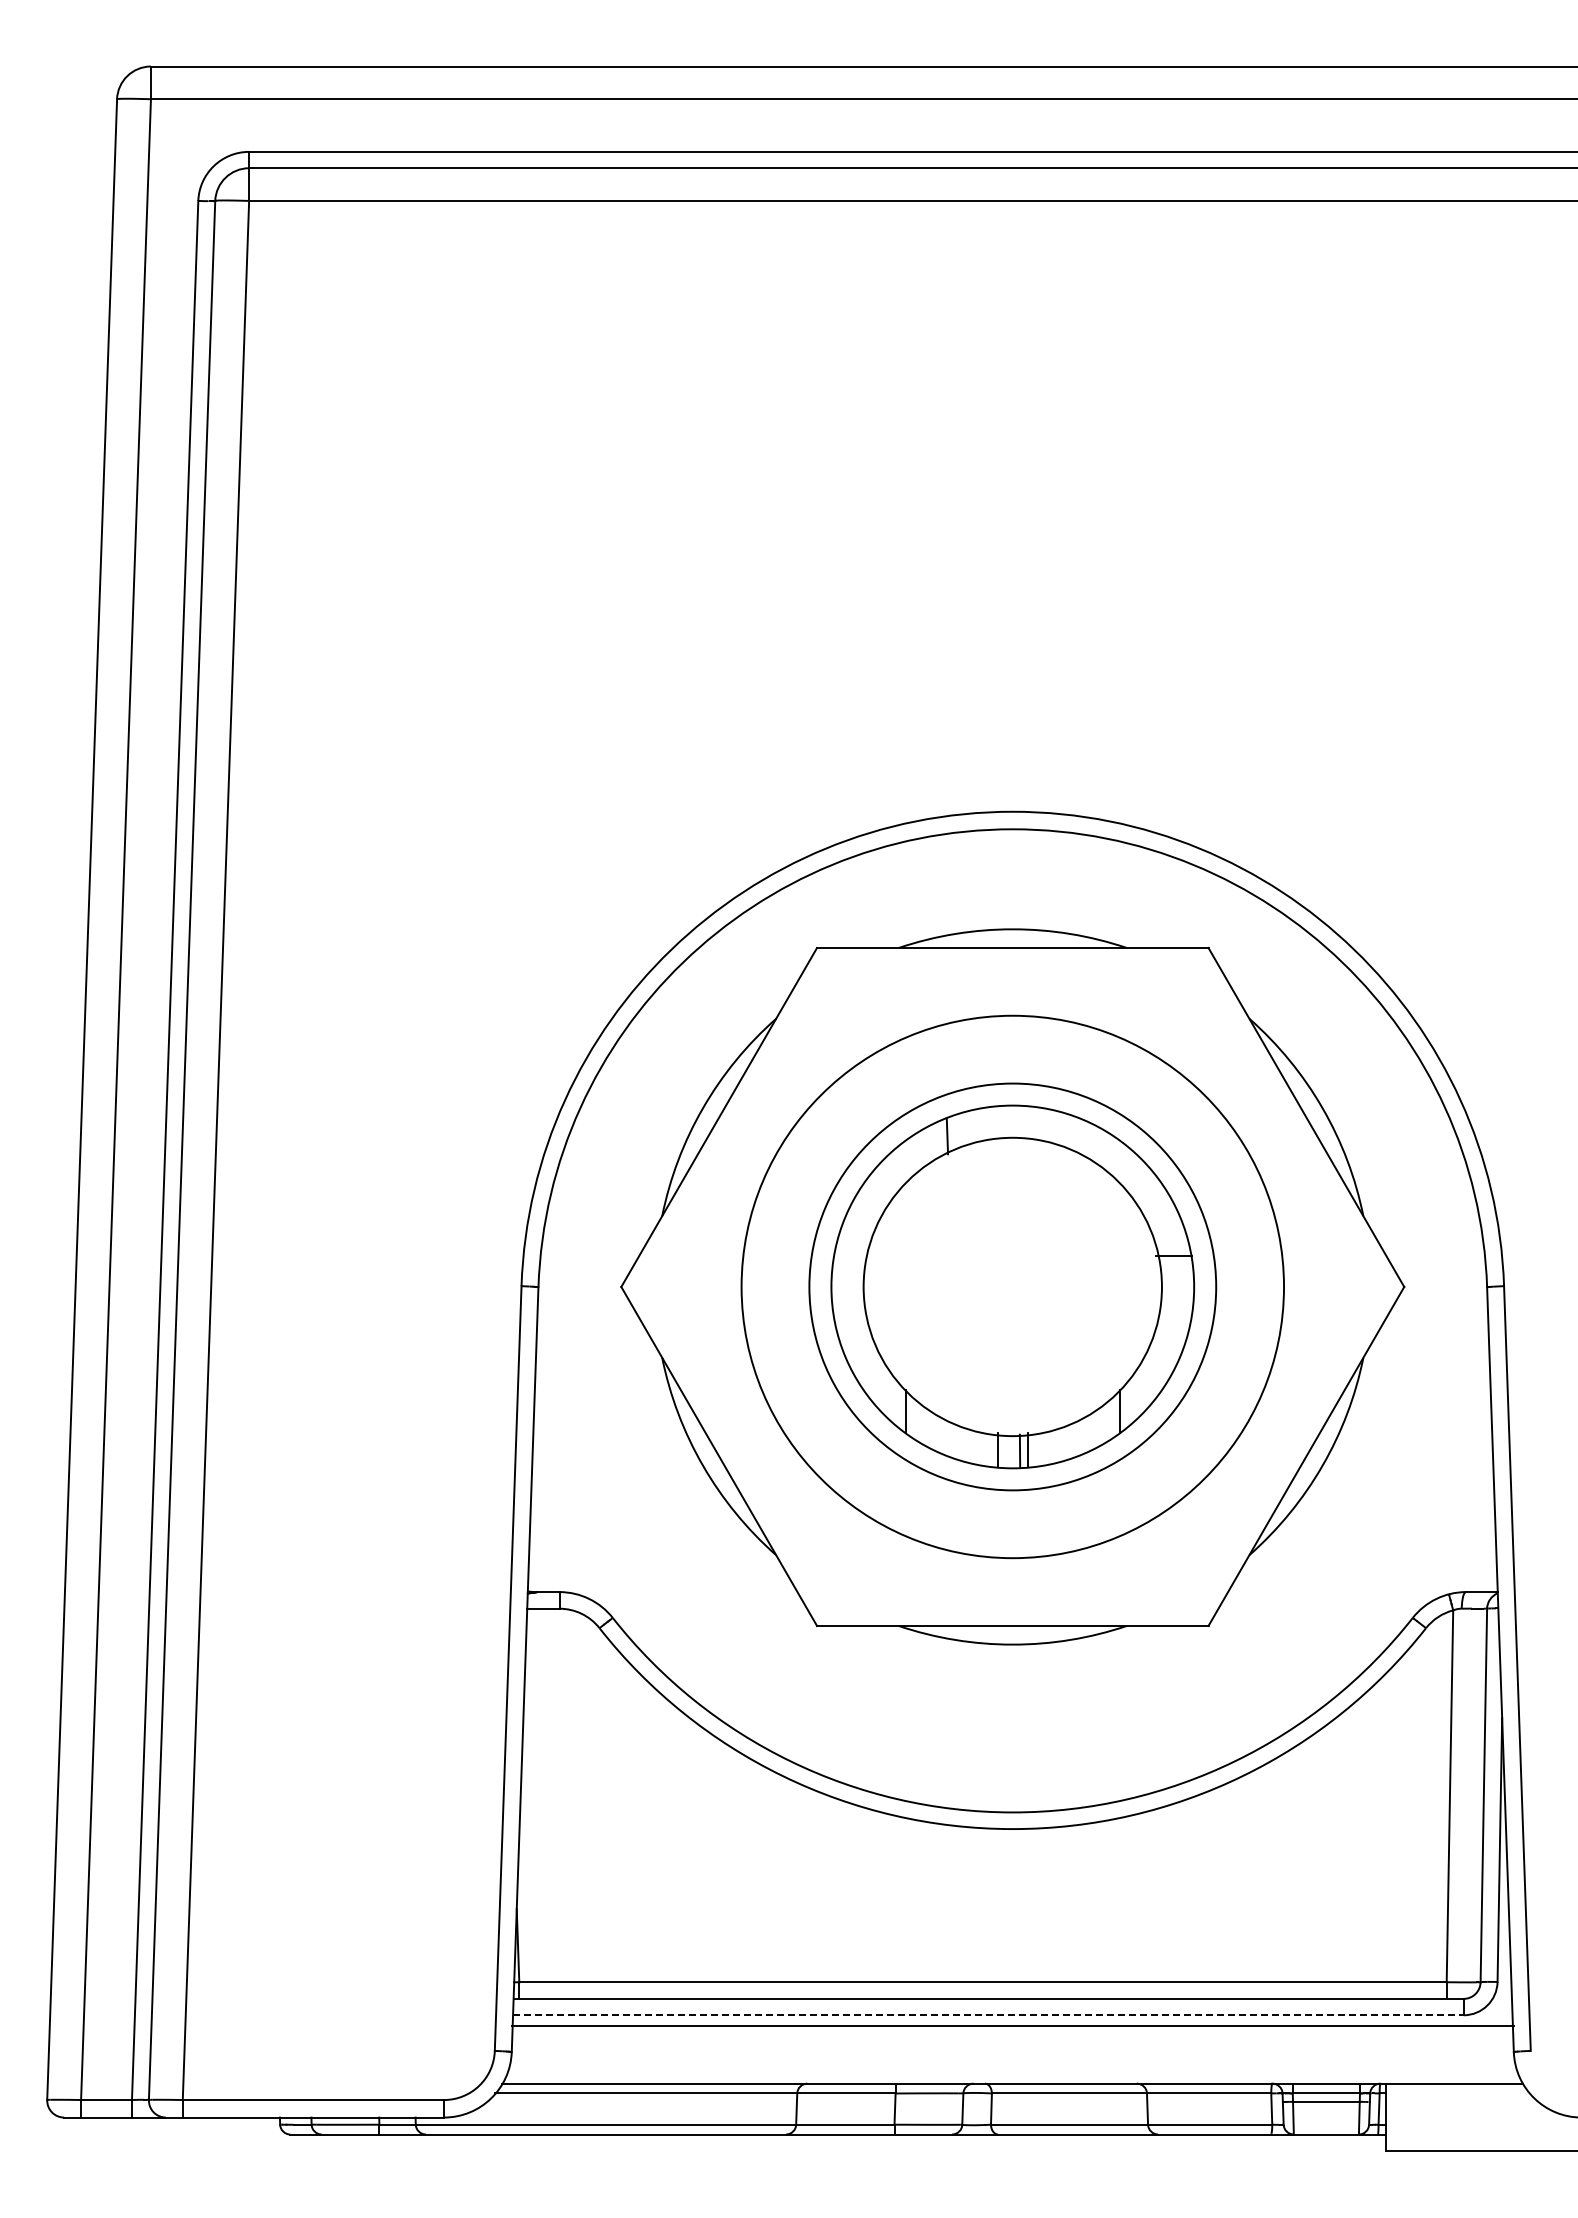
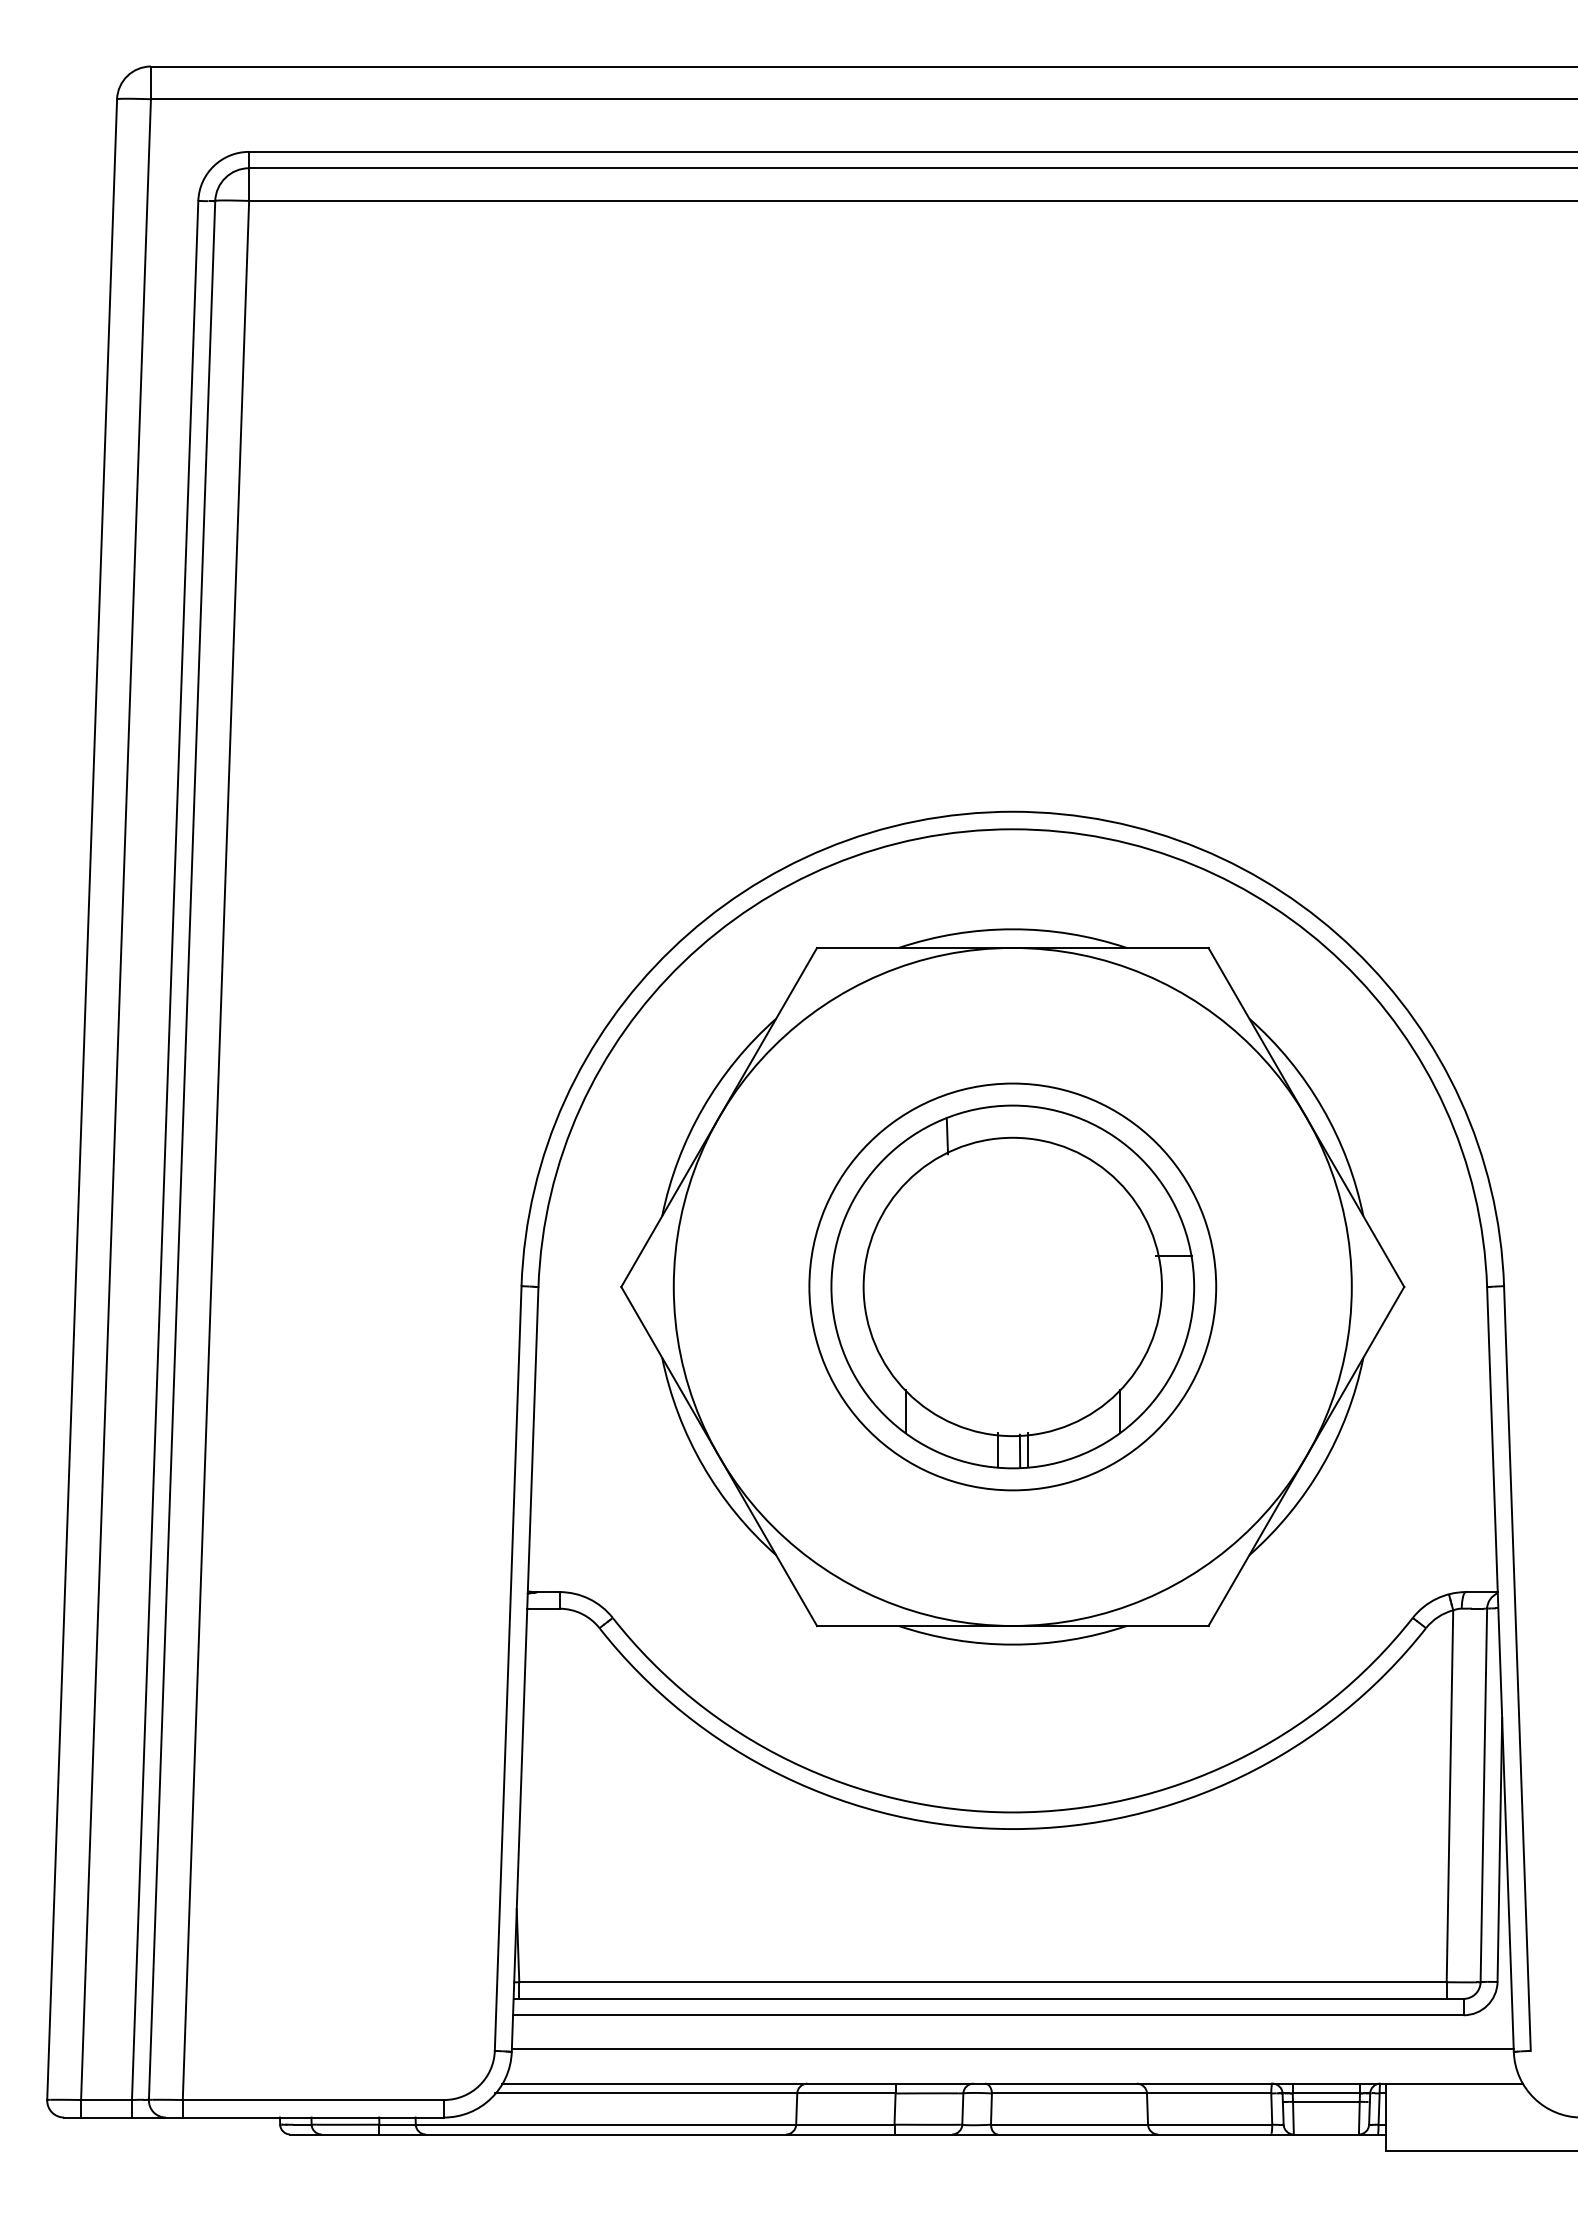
circle at (1012, 1286) diameter: 542 px -> 678 px
line at (988, 2015): dashed -> solid
line at (1012, 2025) position: (1012, 2025) -> (1012, 2048)
